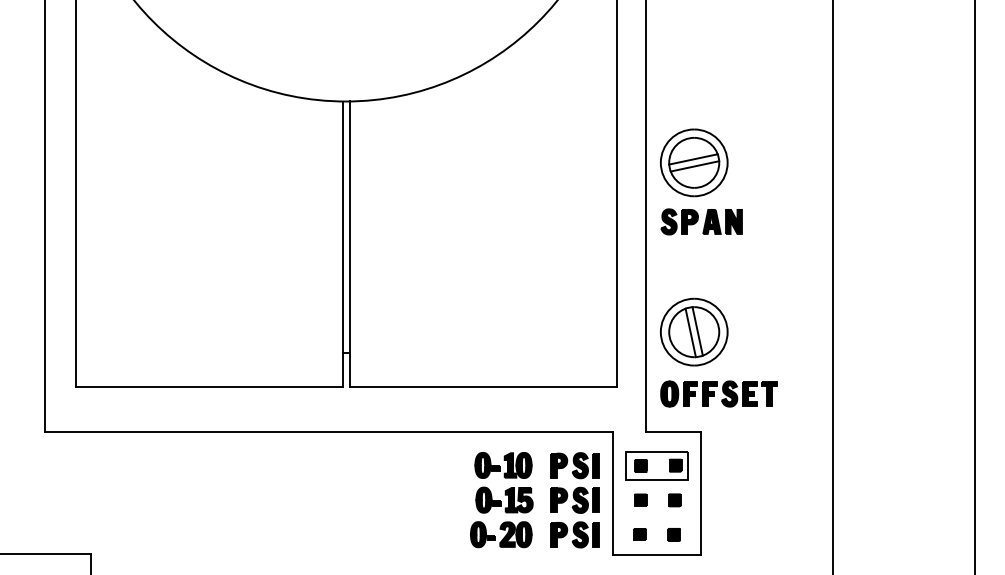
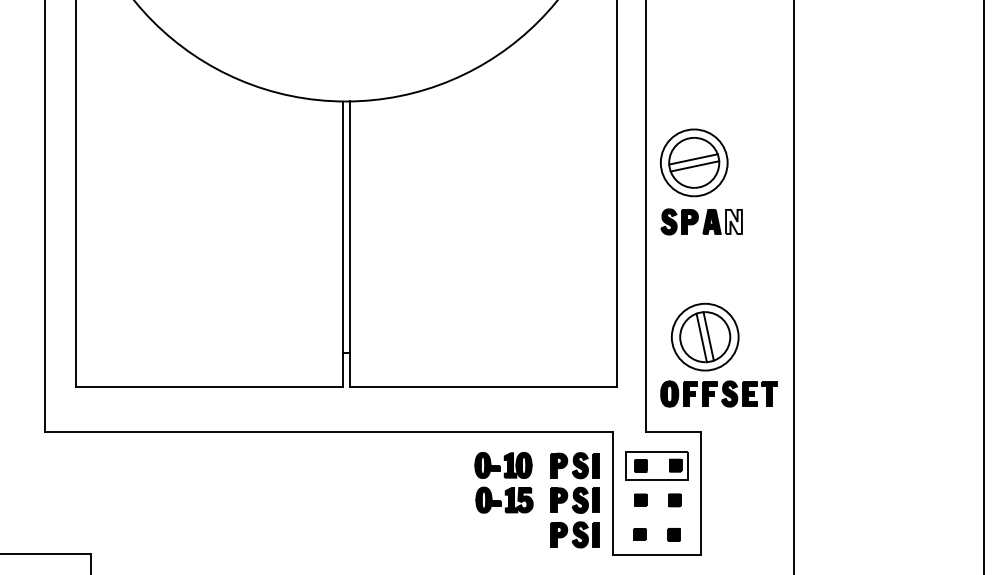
fill at (733, 221): present -> none
line at (832, 286) position: (832, 286) -> (793, 286)
line at (974, 286) position: (974, 286) -> (983, 286)
part at (694, 331) position: (694, 331) -> (705, 336)
part at (501, 534): present -> none
